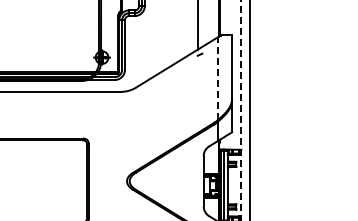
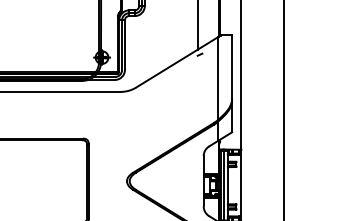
line at (217, 78): dashed -> solid
line at (249, 109) position: (249, 109) -> (283, 109)
line at (241, 110): dashed -> solid
